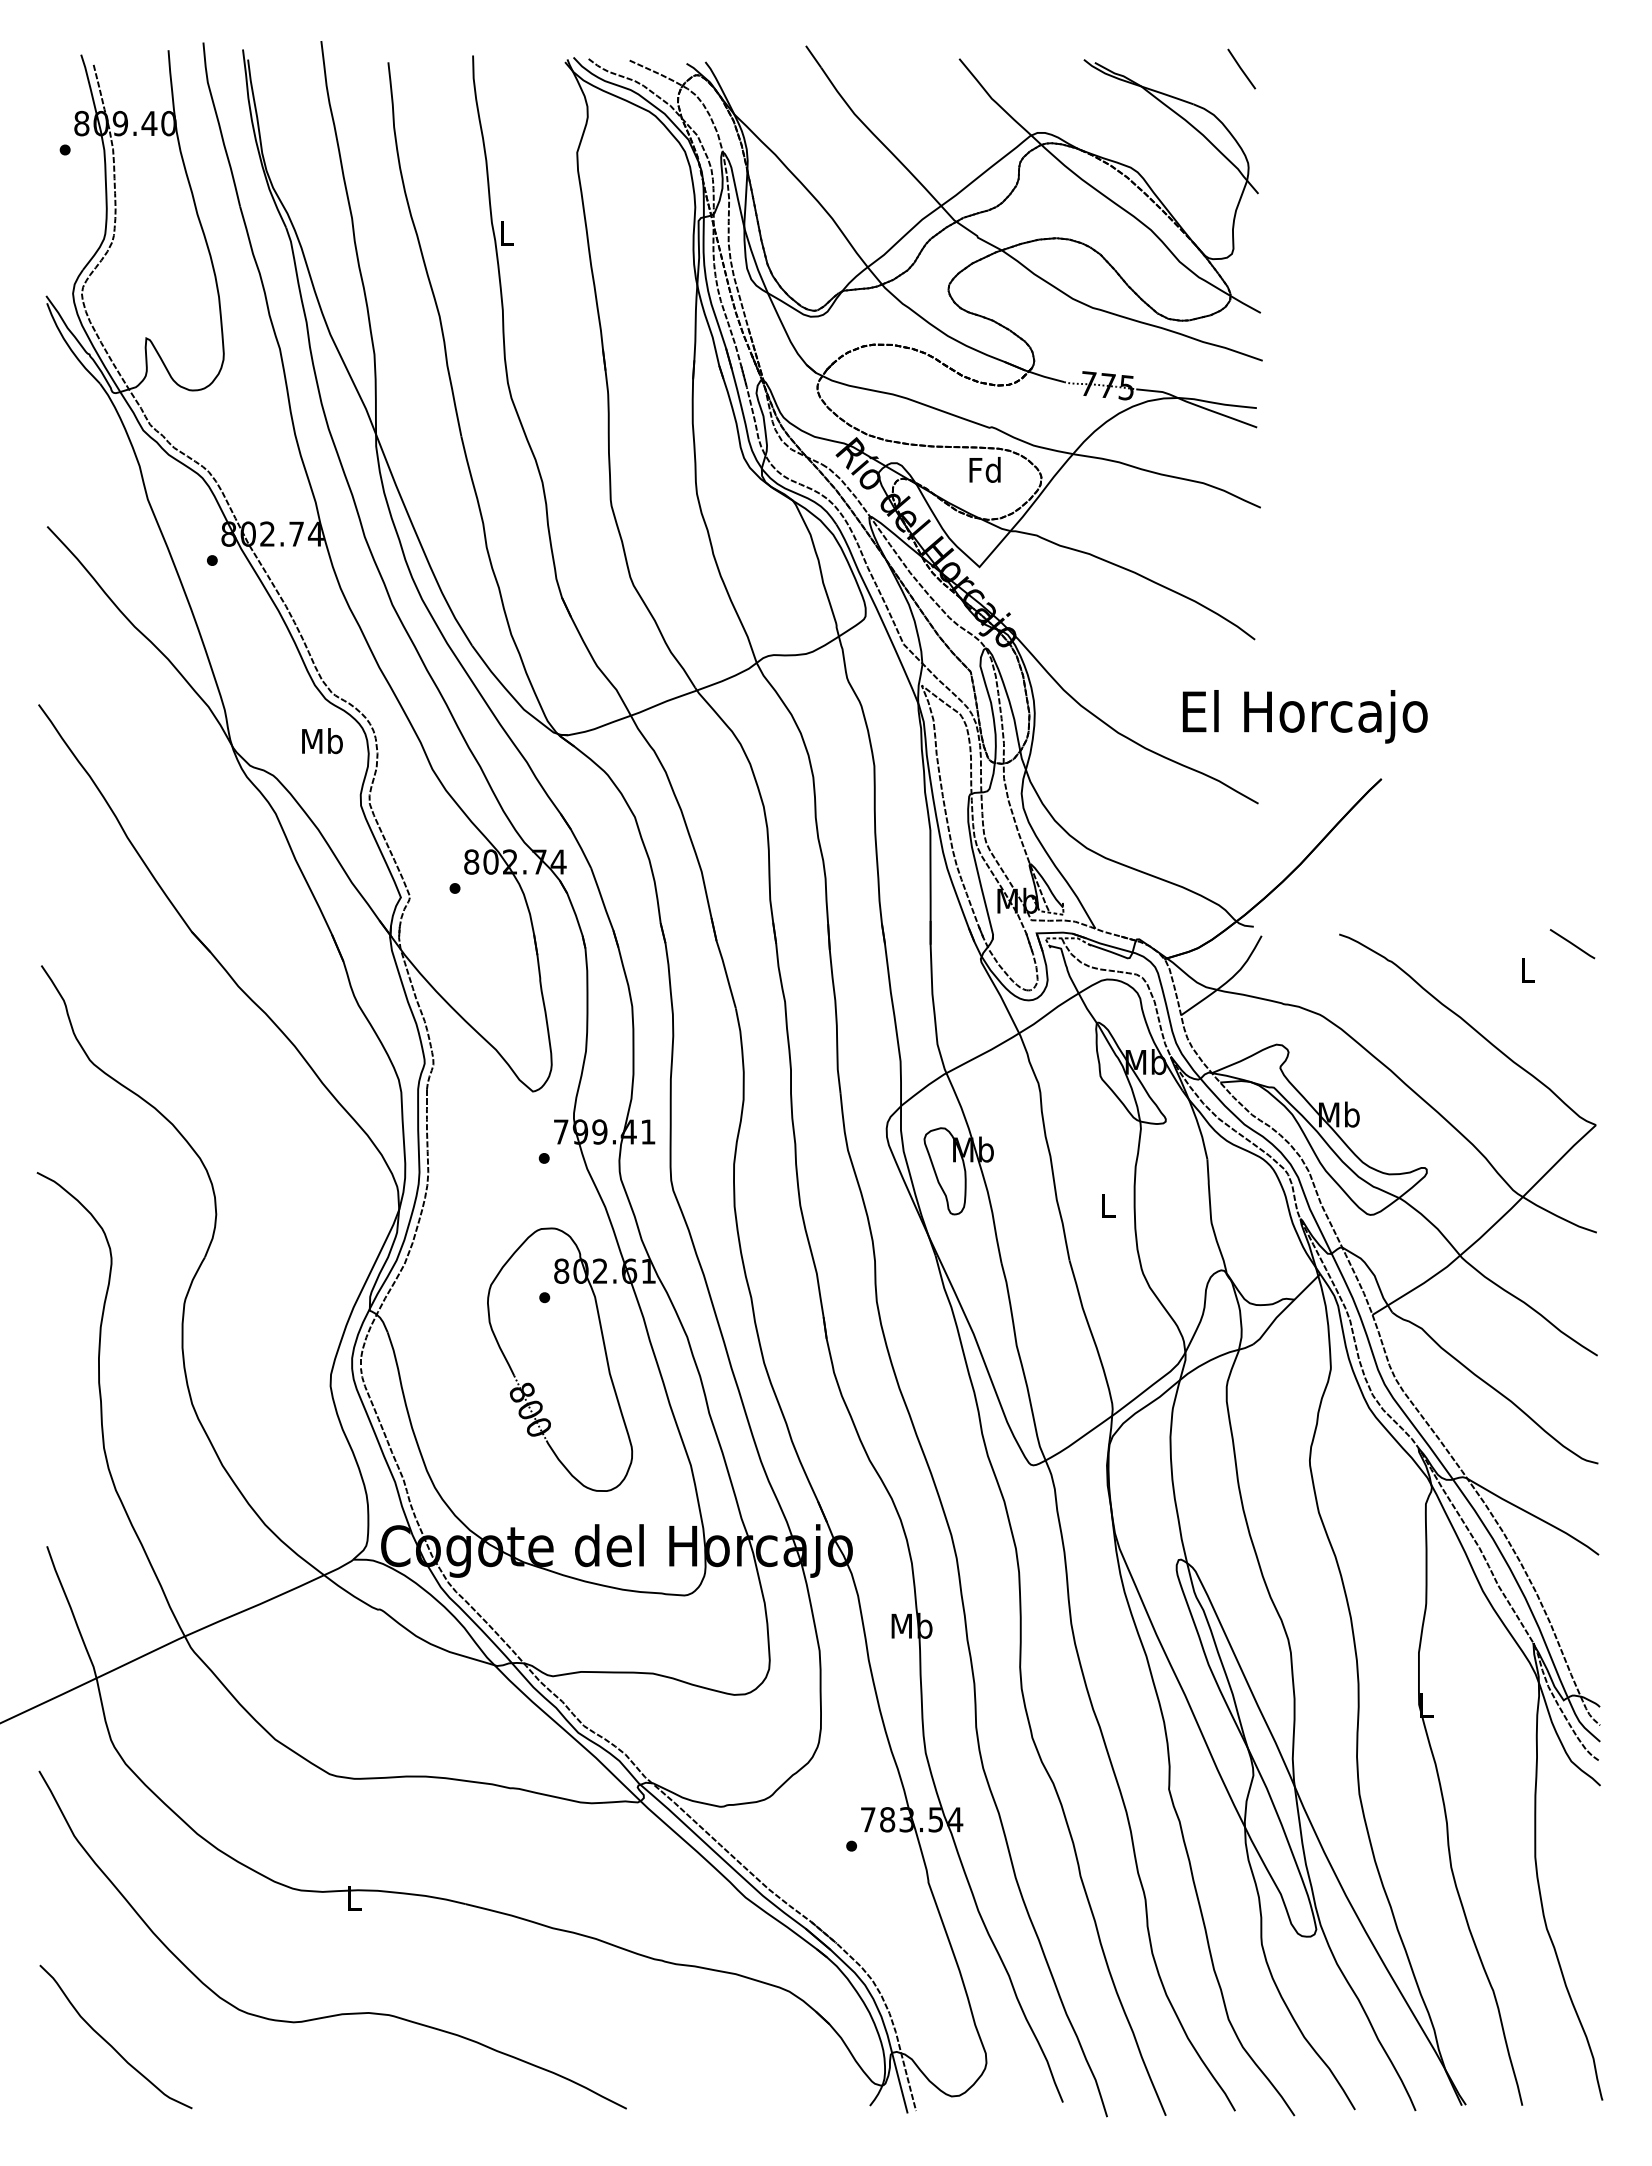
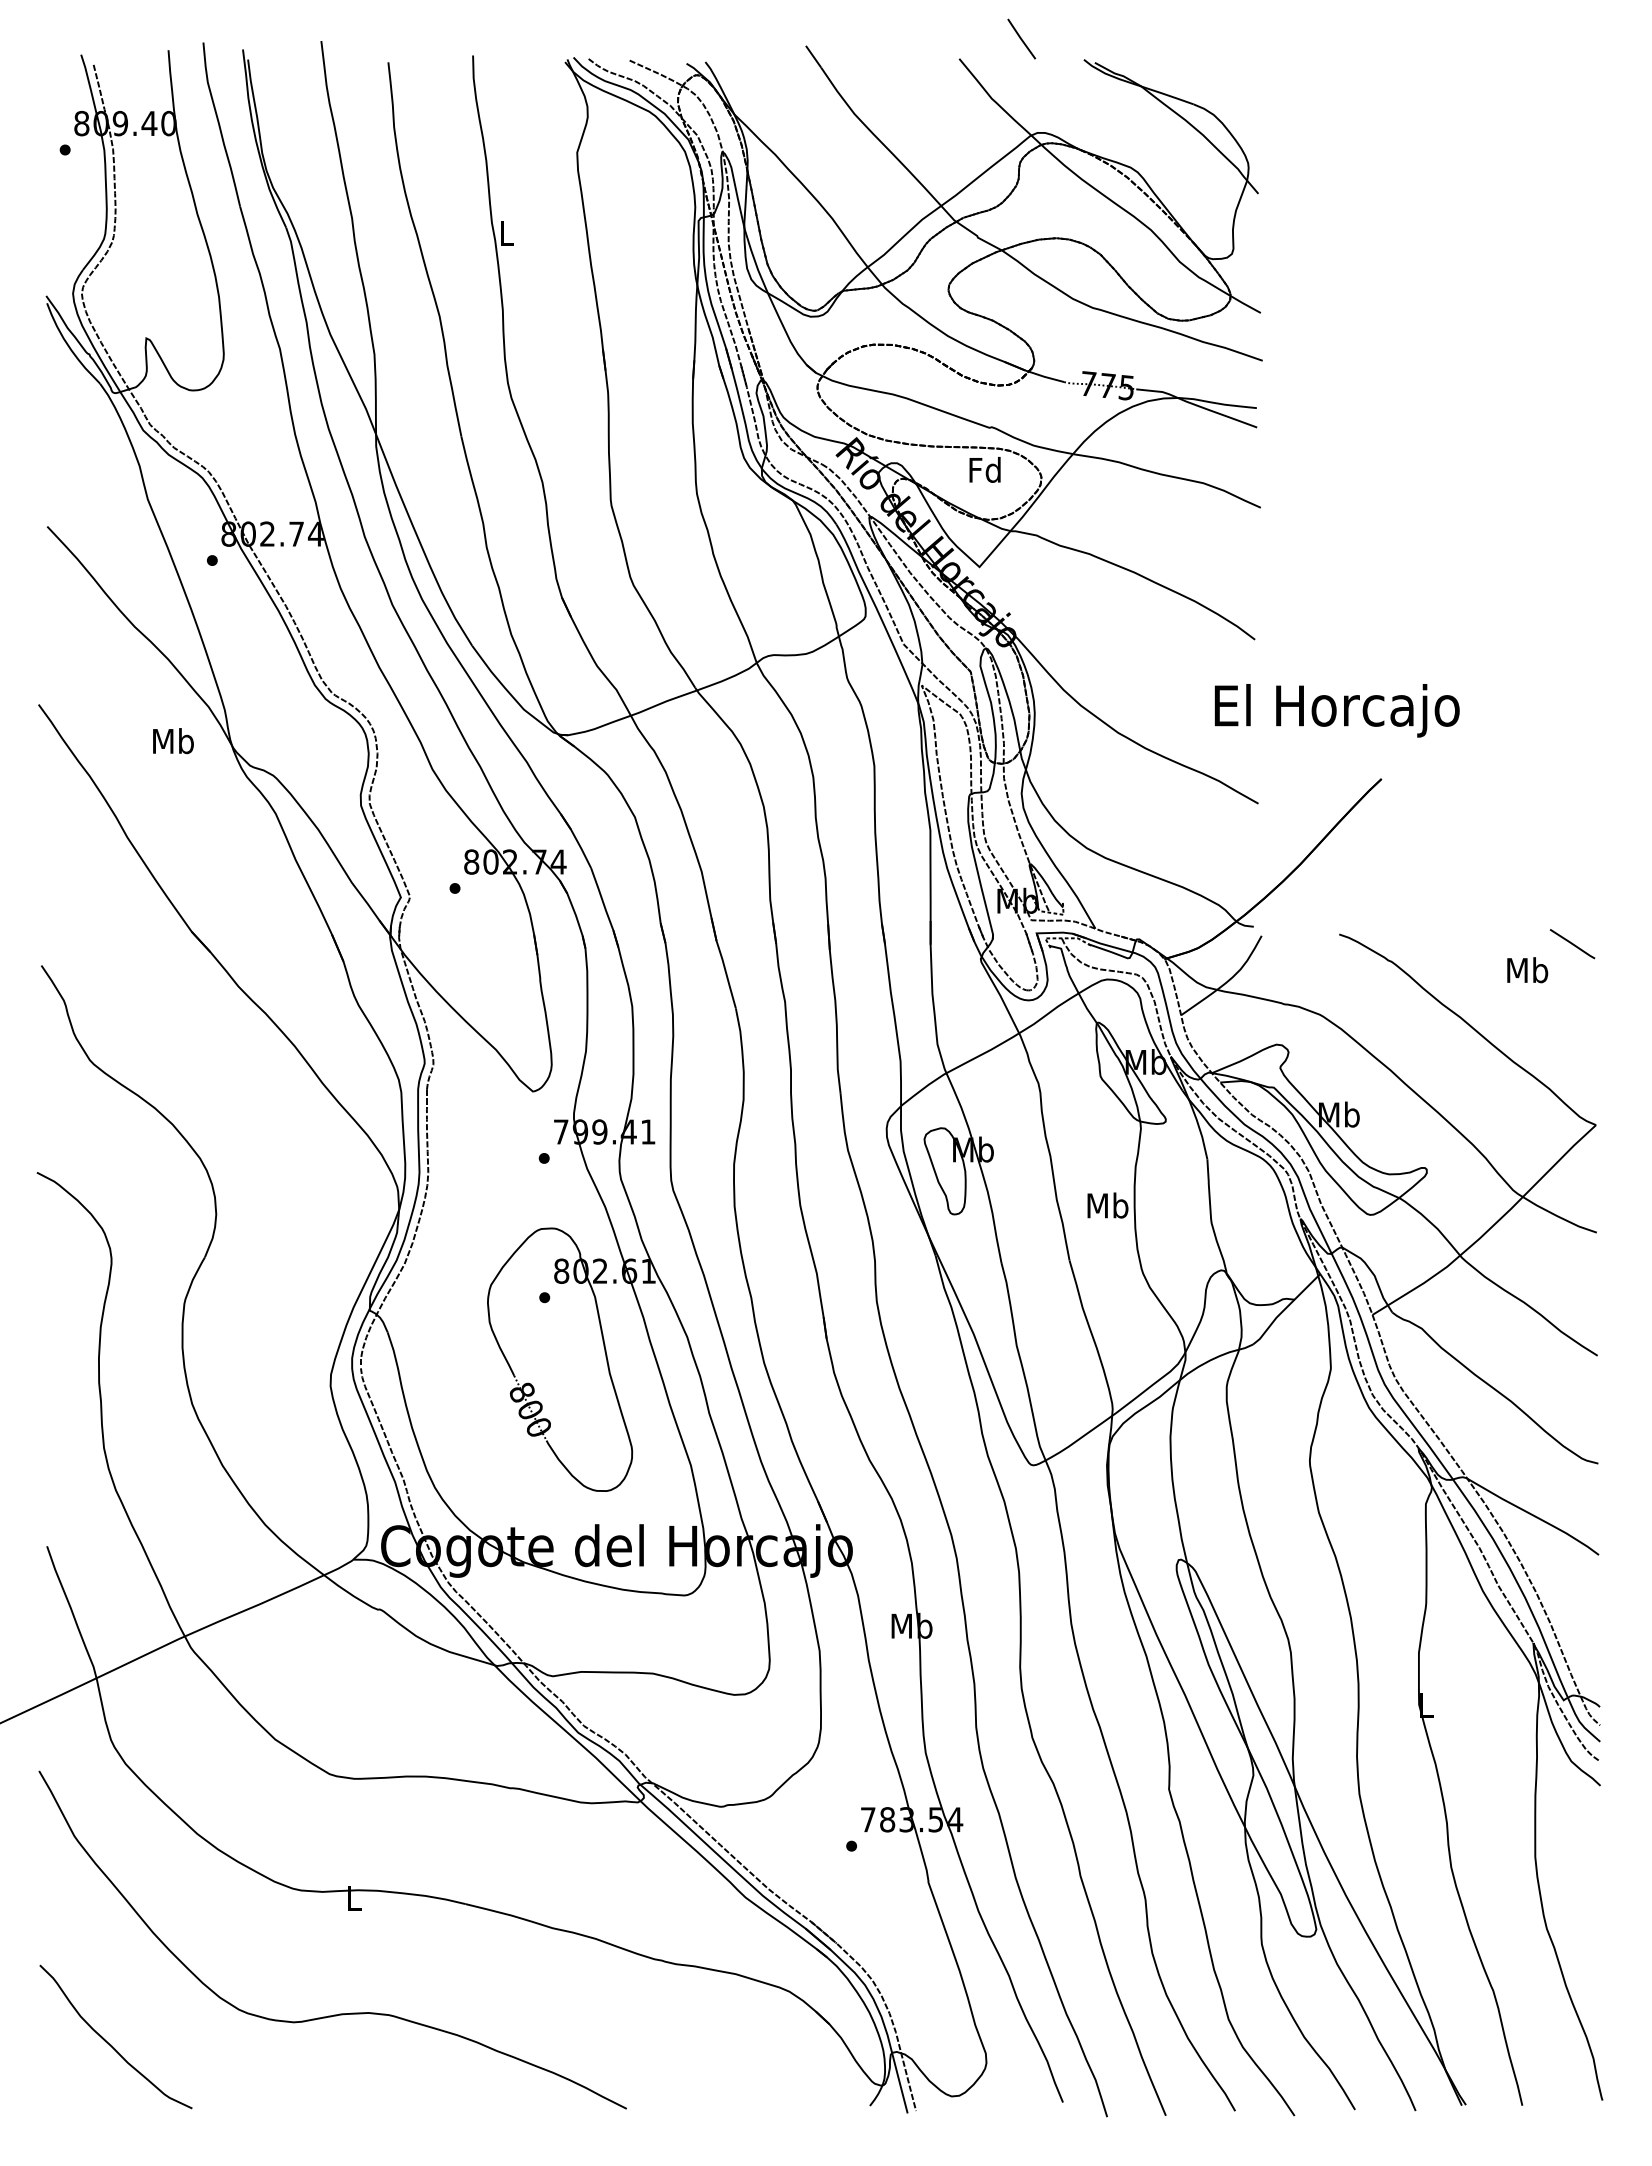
line at (1241, 68) position: (1241, 68) -> (1021, 38)
text at (1304, 716) position: (1304, 716) -> (1336, 710)
text at (322, 741) position: (322, 741) -> (173, 741)
text at (1527, 970): L -> Mb
text at (1107, 1205): L -> Mb
